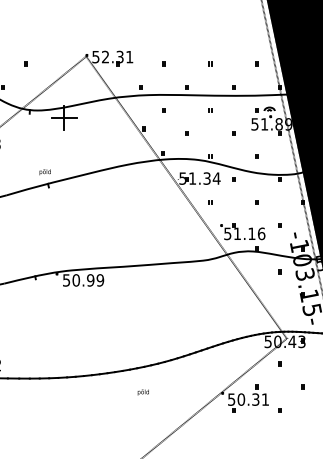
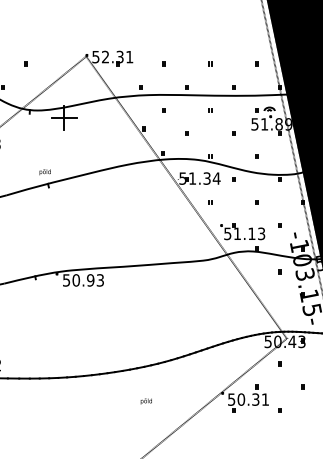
text at (261, 233): 51.16 -> 51.13
text at (100, 280): 50.99 -> 50.93
text at (142, 392) position: (142, 392) -> (145, 401)
